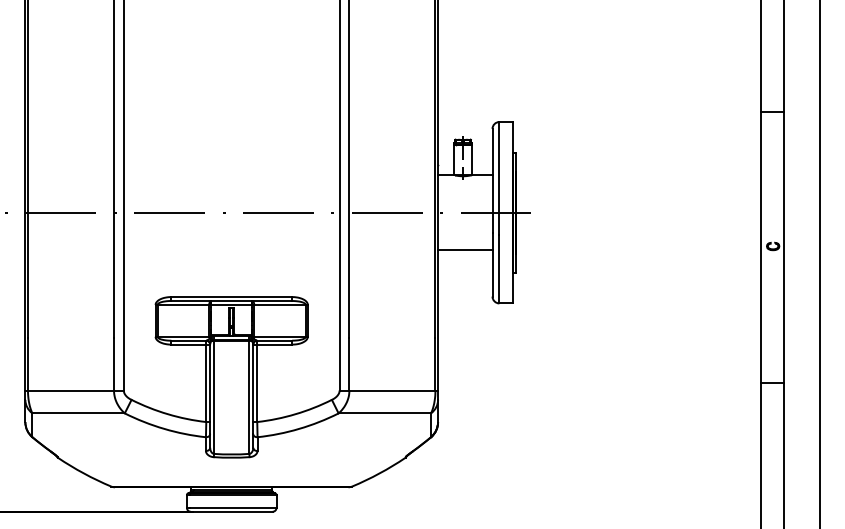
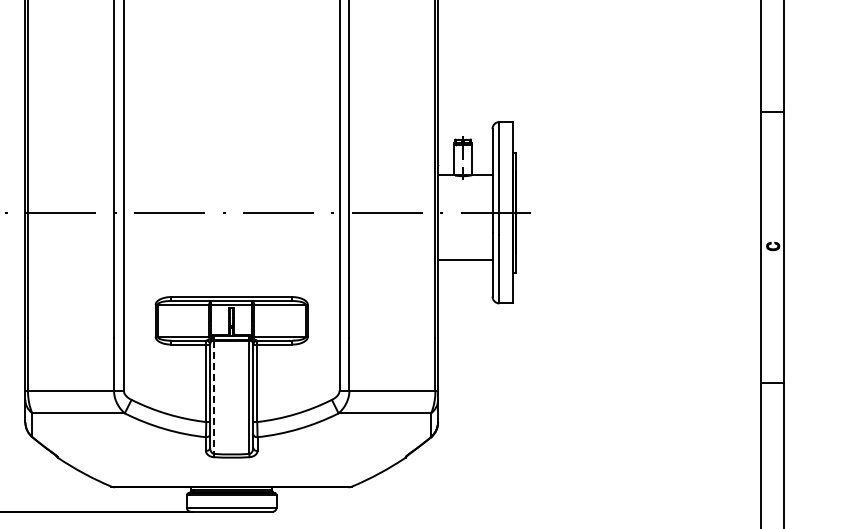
line at (465, 250) position: (465, 250) -> (465, 260)
line at (819, 263): present -> none
line at (214, 398): solid -> dashed
